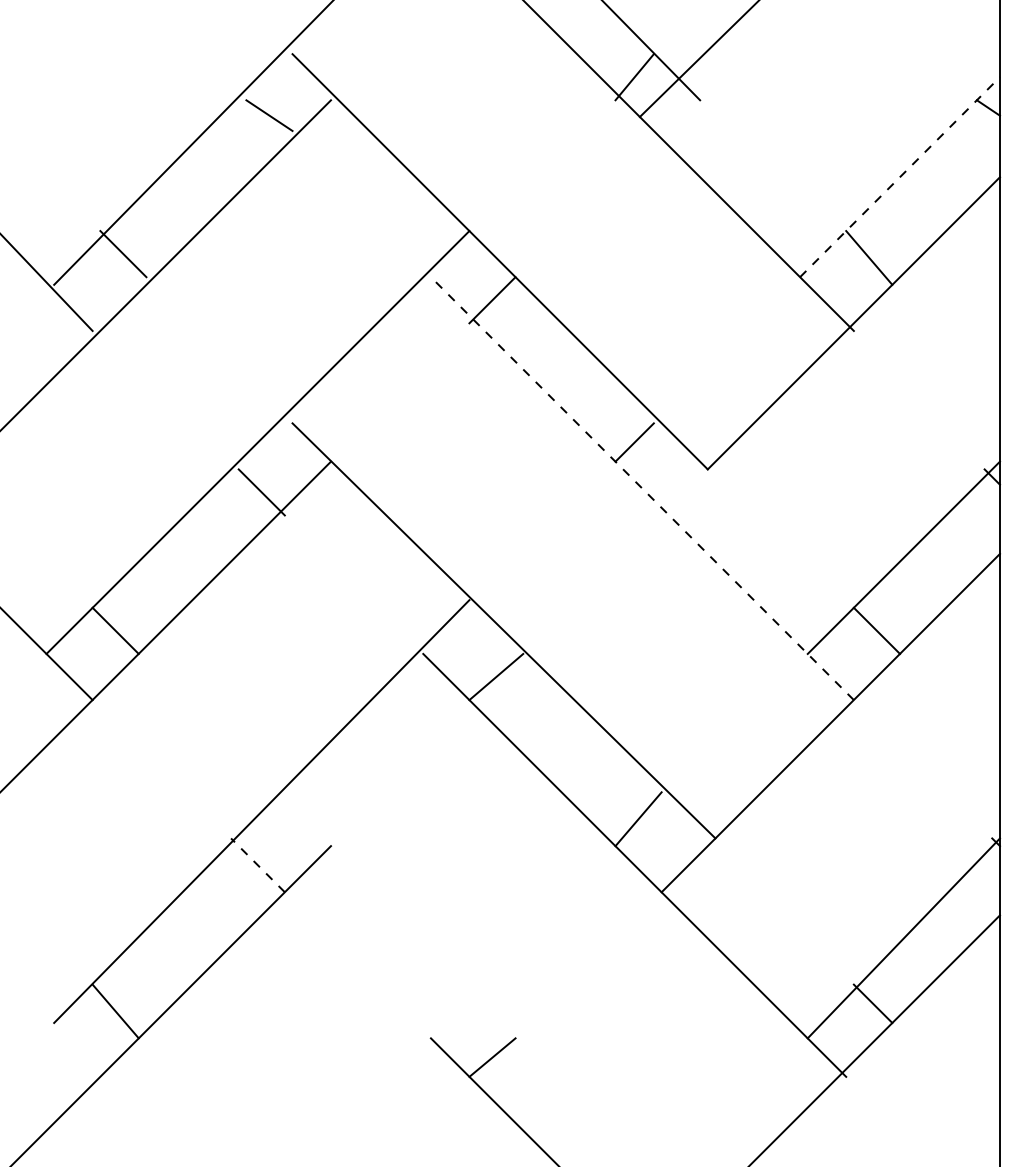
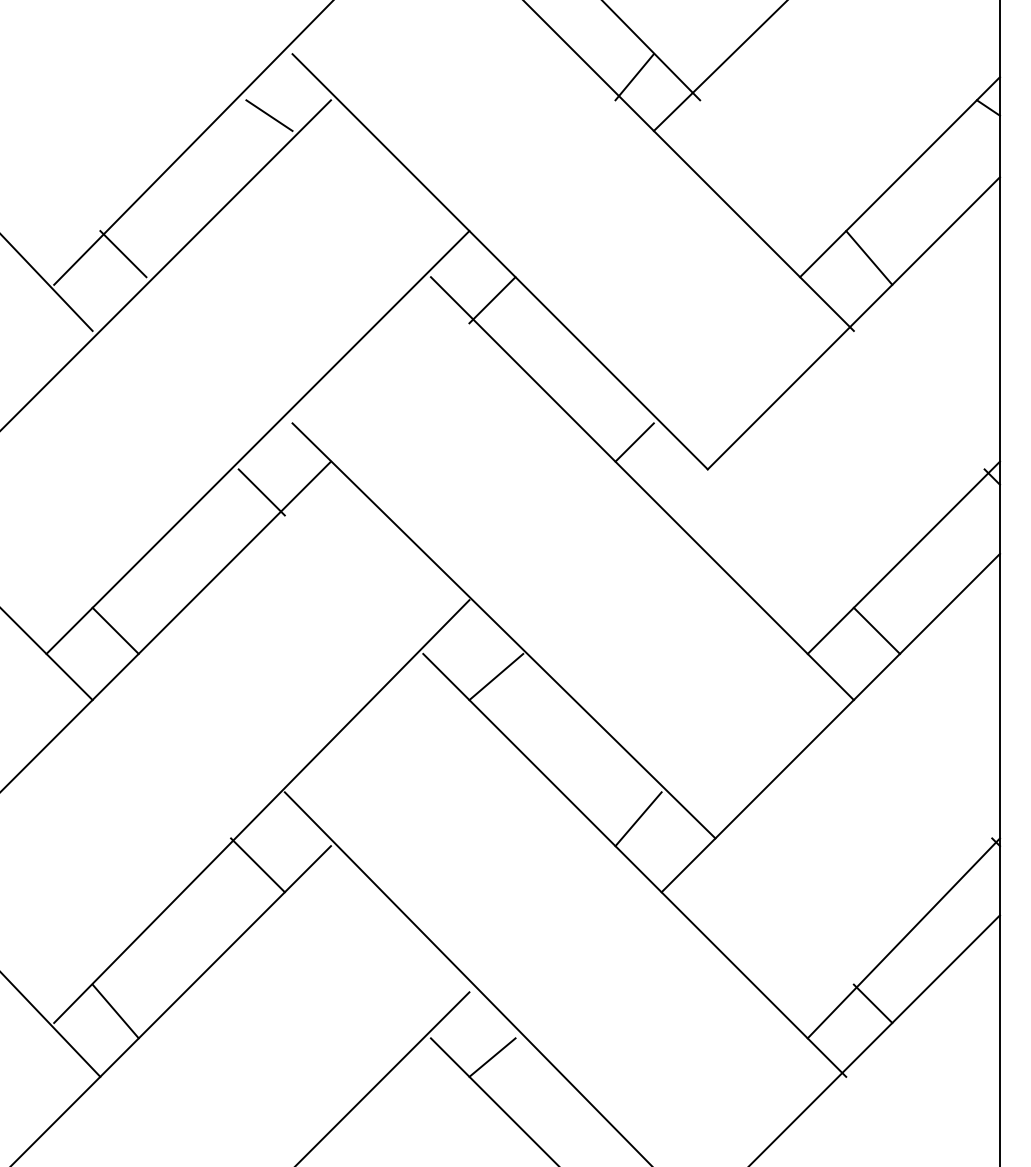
line at (698, 59) position: (698, 59) -> (719, 66)
line at (900, 176): dashed -> solid
line at (642, 488): dashed -> solid
line at (257, 864): dashed -> solid
line at (466, 977): none -> present
line at (51, 1025): none -> present
line at (383, 1077): none -> present
